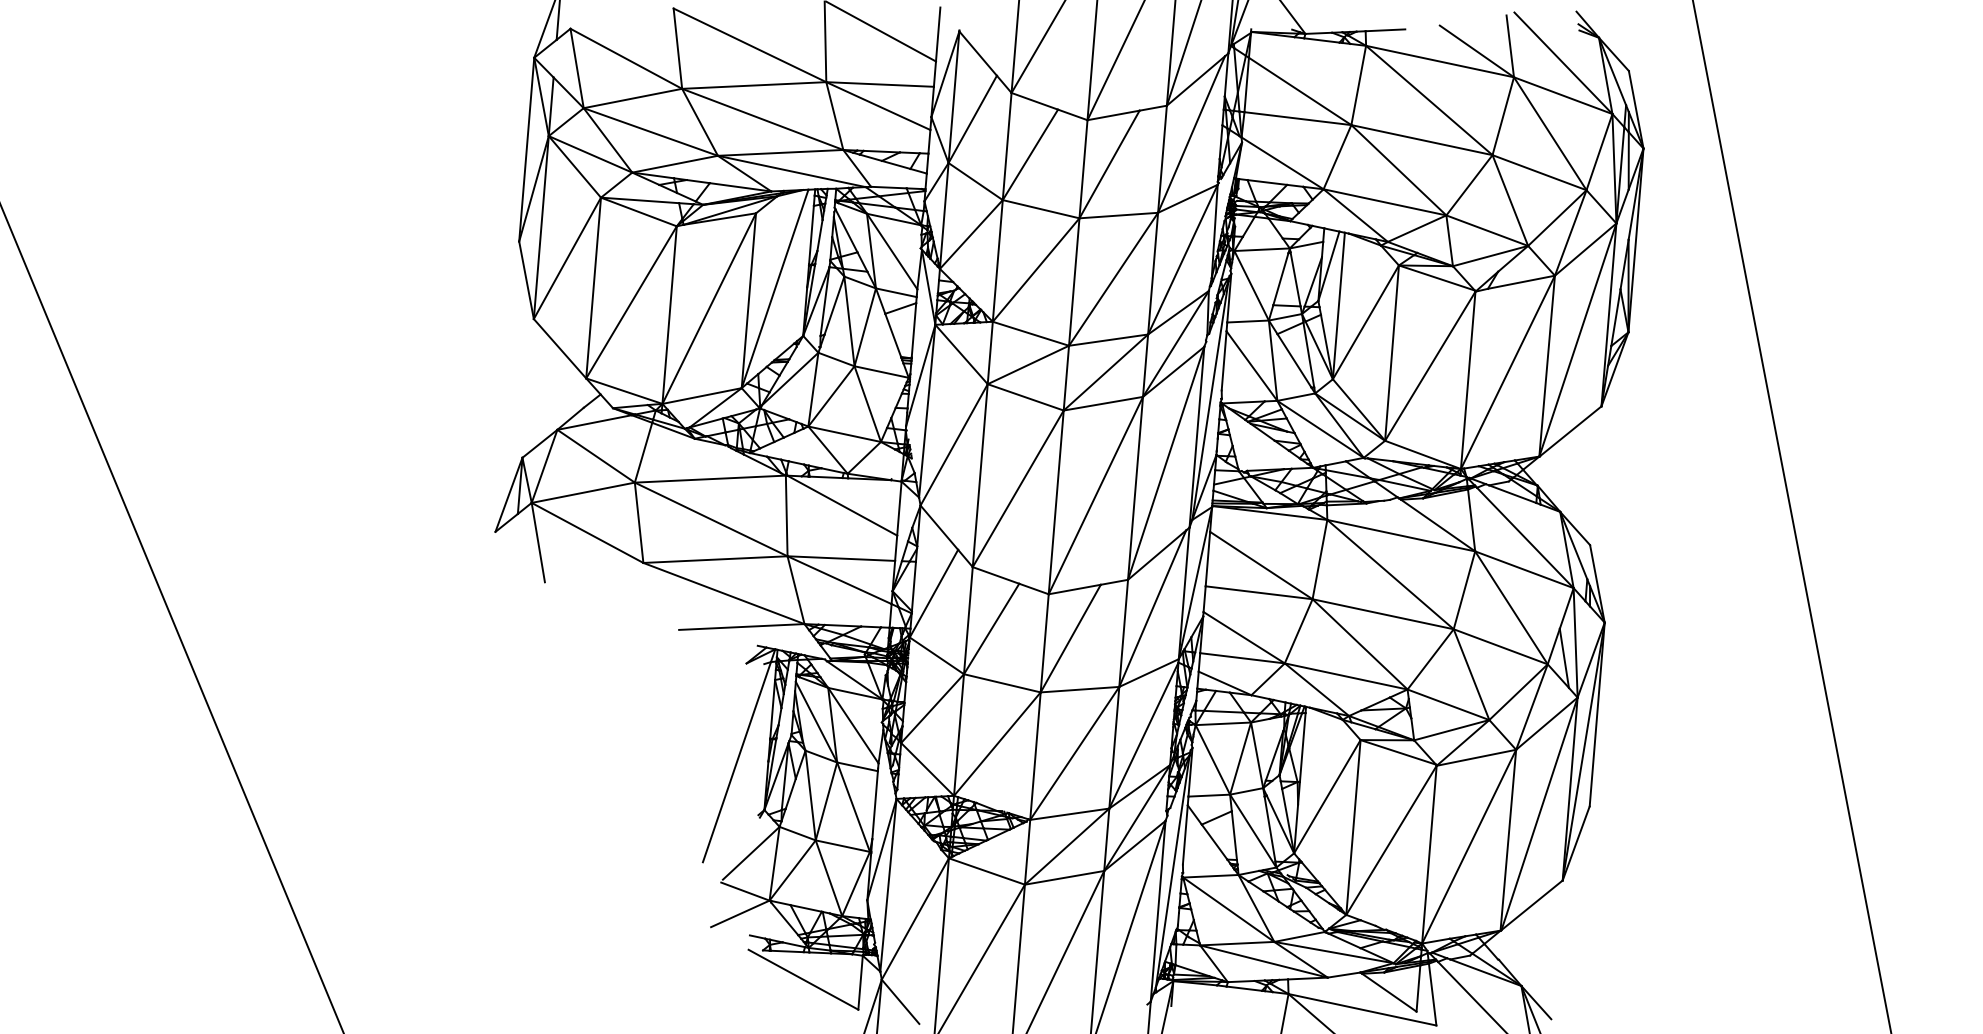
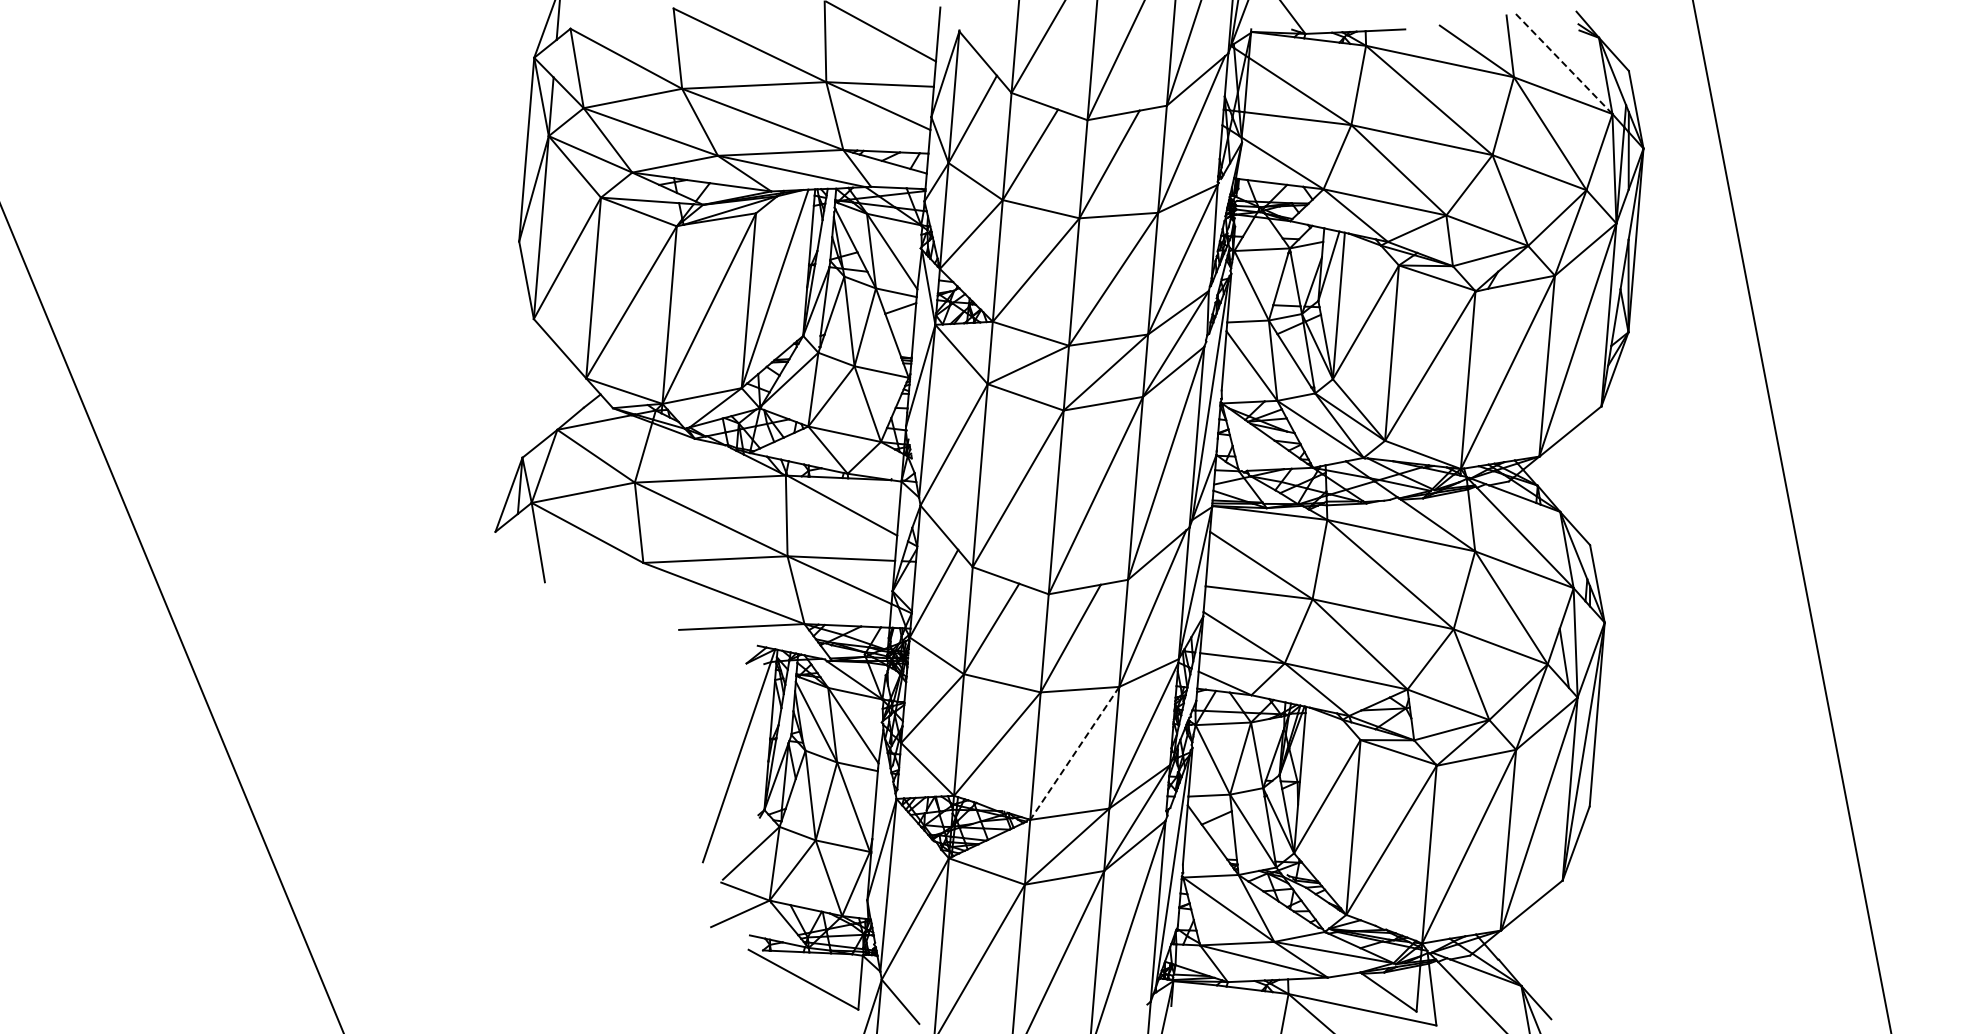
line at (1563, 63): solid -> dashed
line at (1074, 753): solid -> dashed
